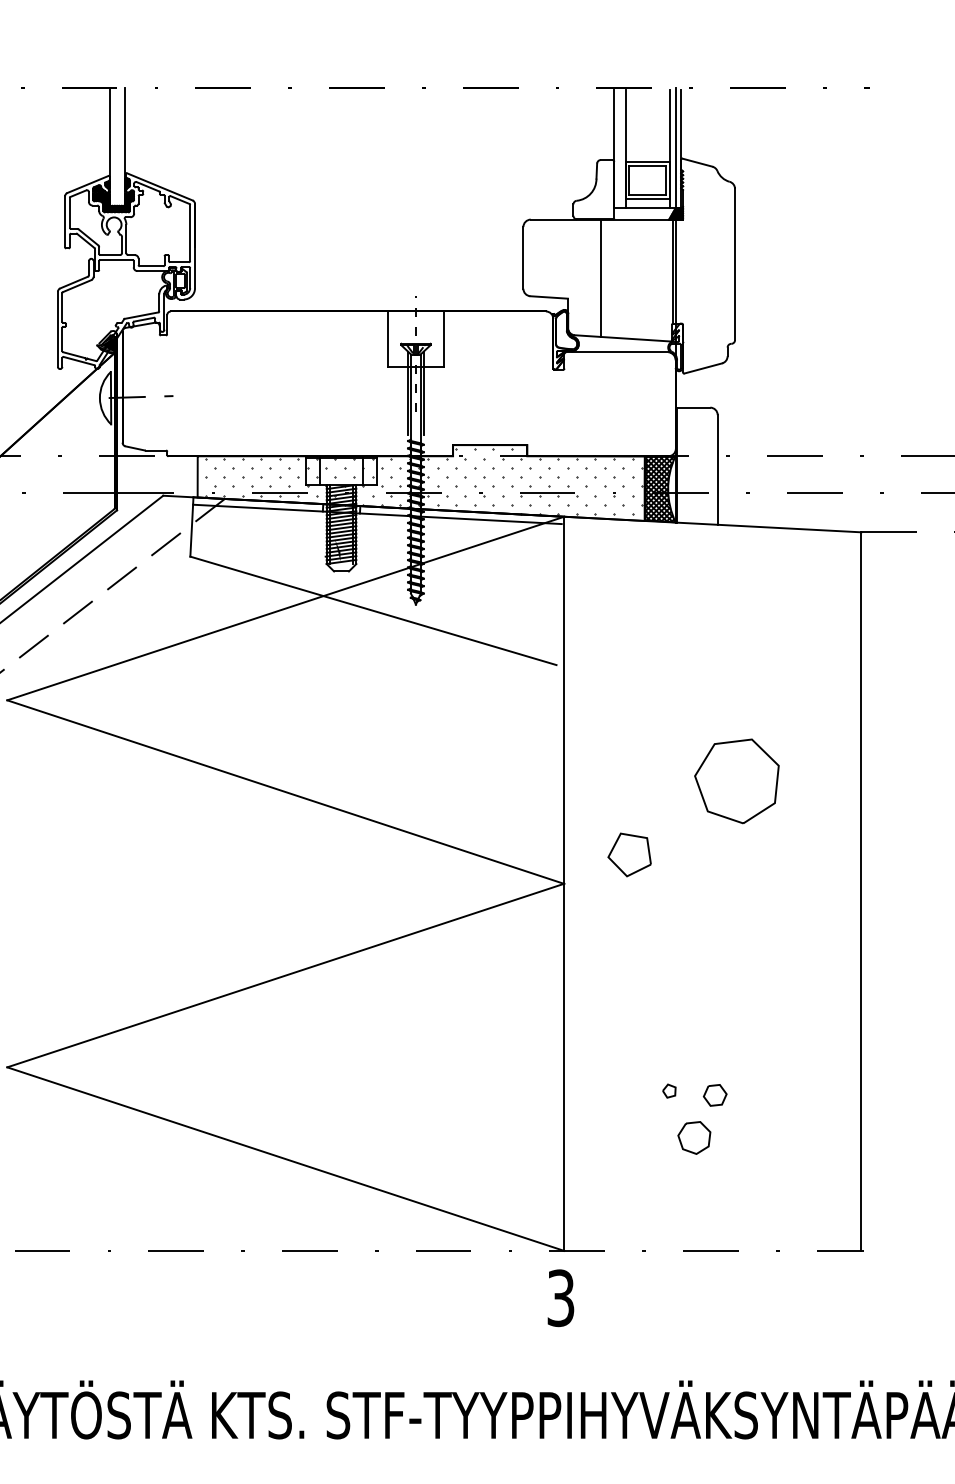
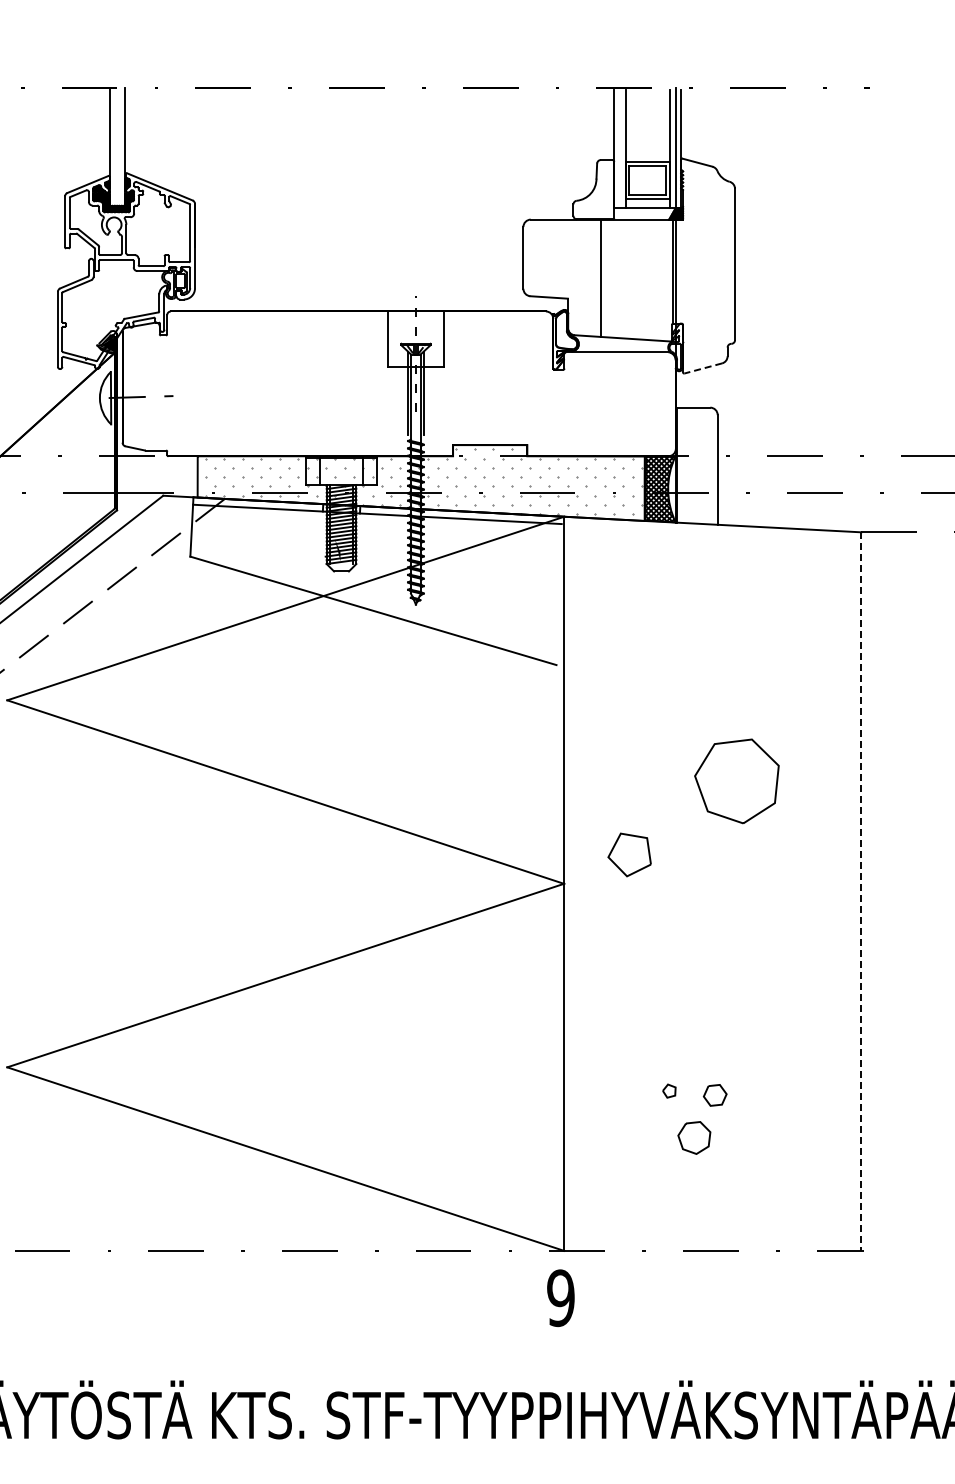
line at (702, 368): solid -> dashed
hatch at (423, 481): present -> none
line at (861, 892): solid -> dashed
text at (560, 1297): 3 -> 9
